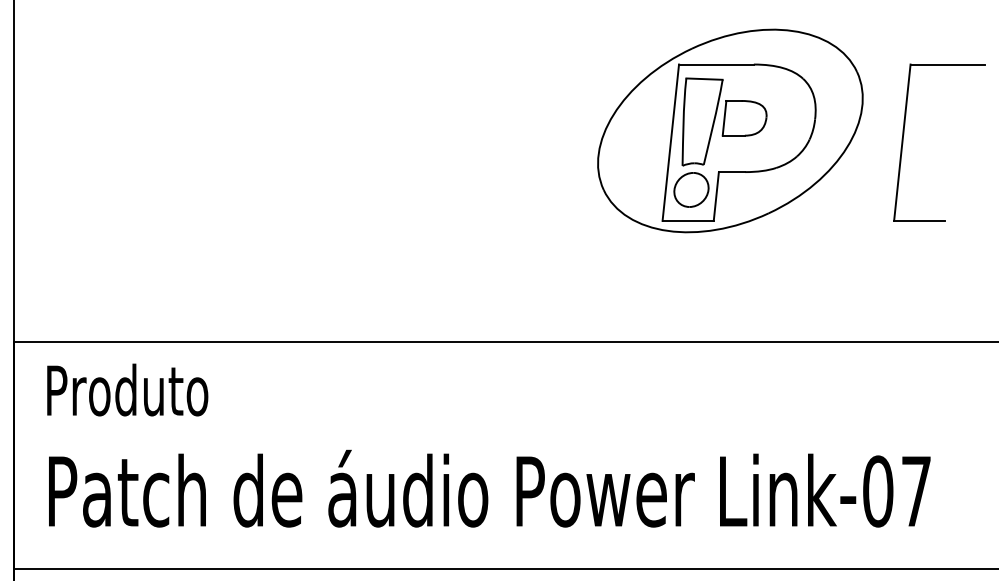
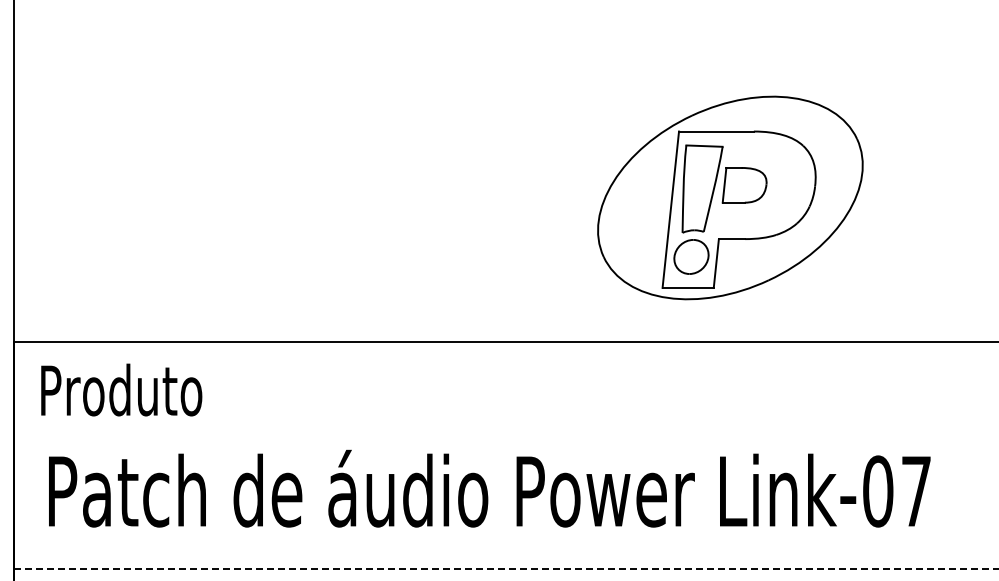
part at (730, 130) position: (730, 130) -> (730, 197)
part at (904, 134): present -> none
text at (127, 389) position: (127, 389) -> (121, 389)
line at (506, 568): solid -> dashed
